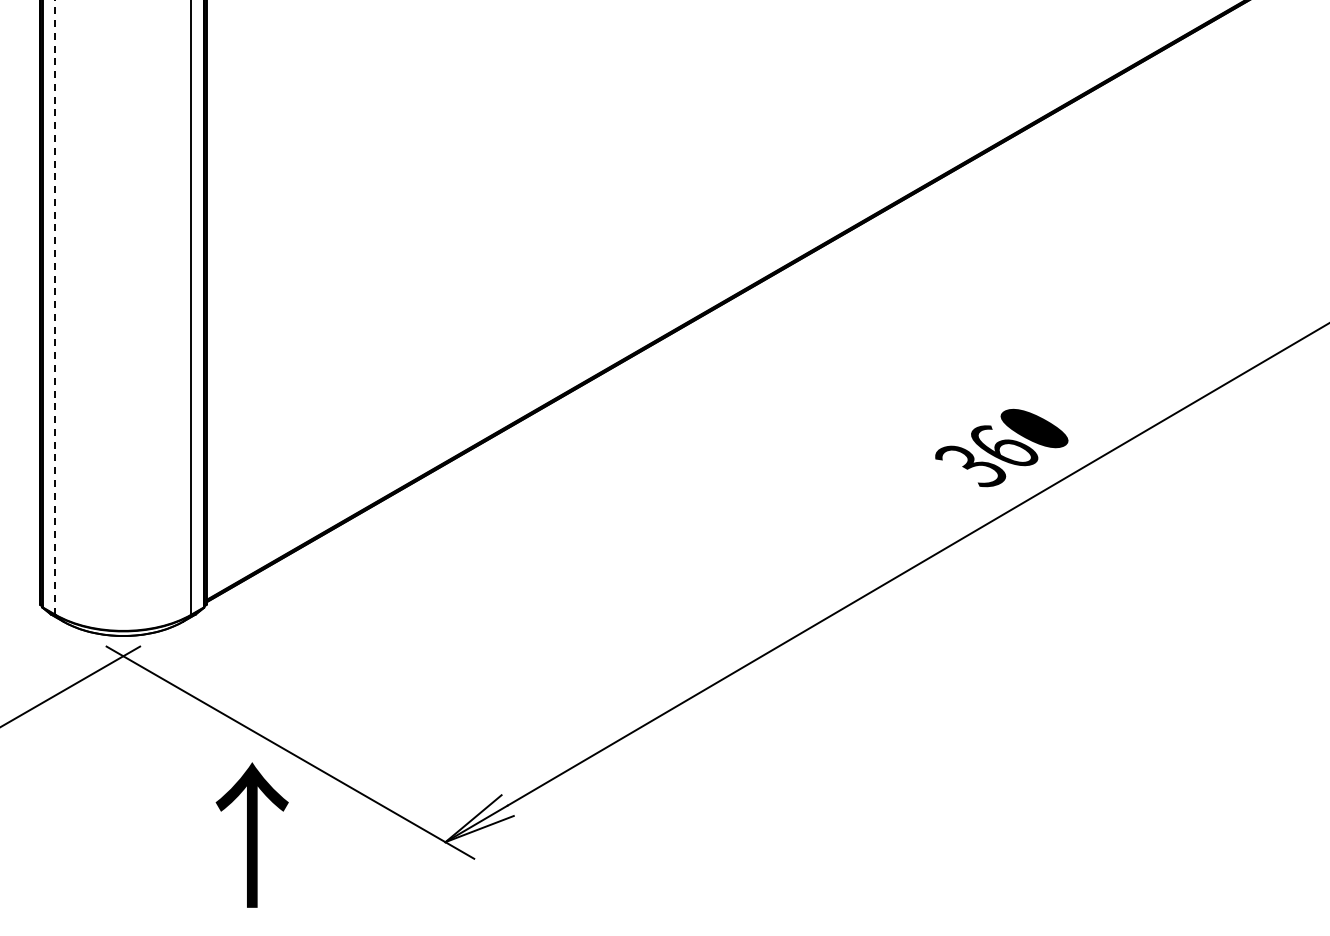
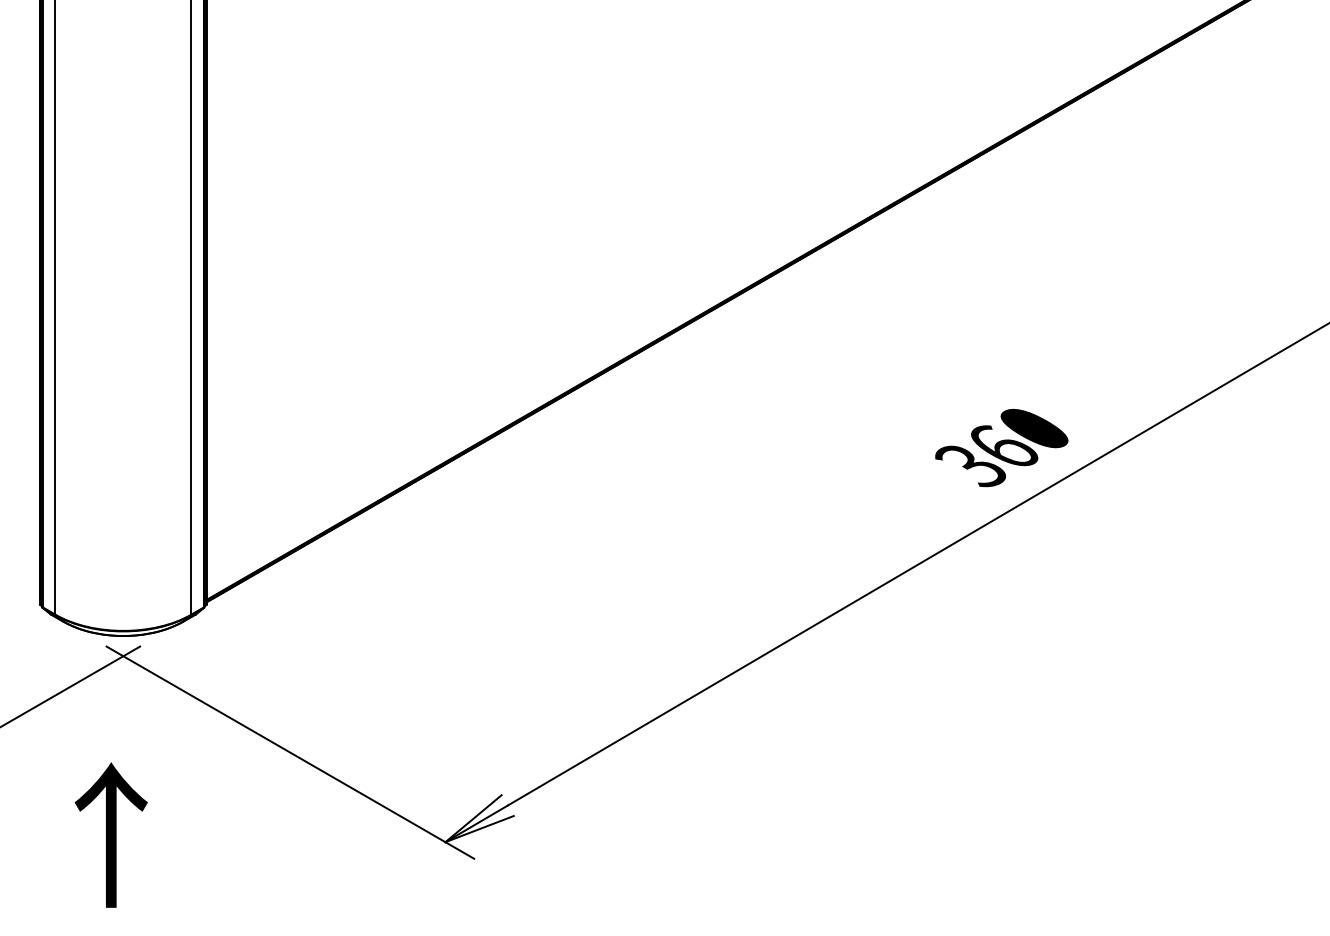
line at (55, 307): dashed -> solid
text at (251, 834) position: (251, 834) -> (110, 834)
